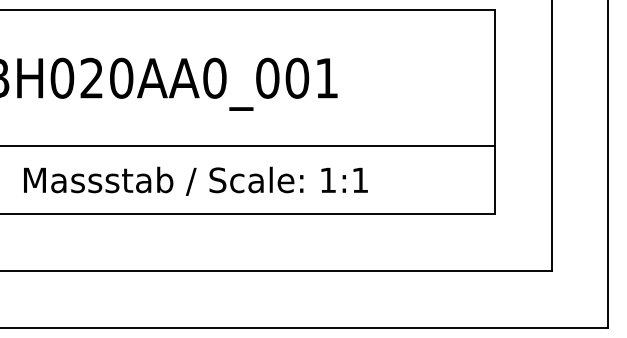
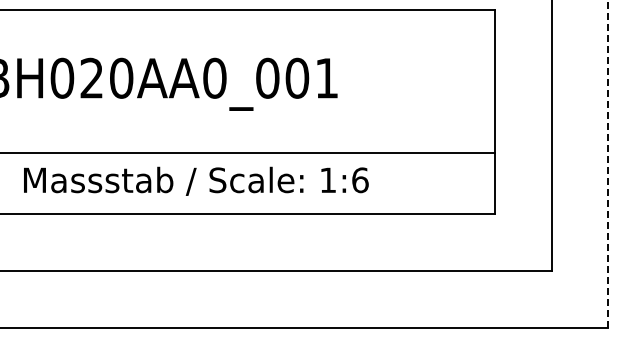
line at (248, 146) position: (248, 146) -> (248, 153)
line at (608, 163): solid -> dashed
text at (360, 180): 1:1 -> 1:6
